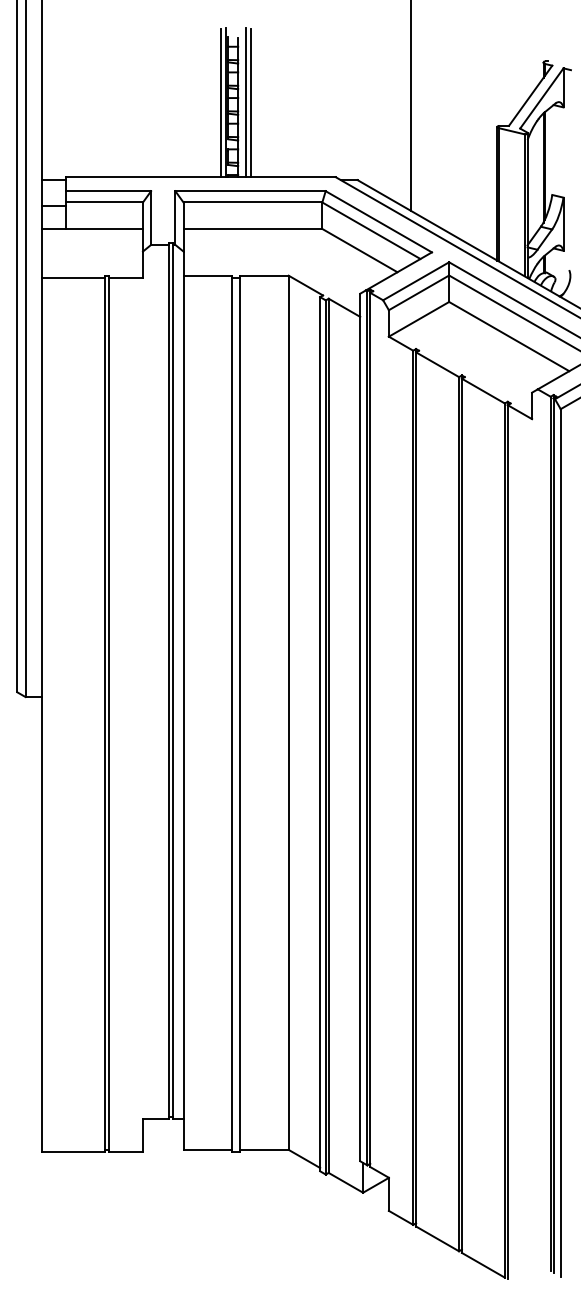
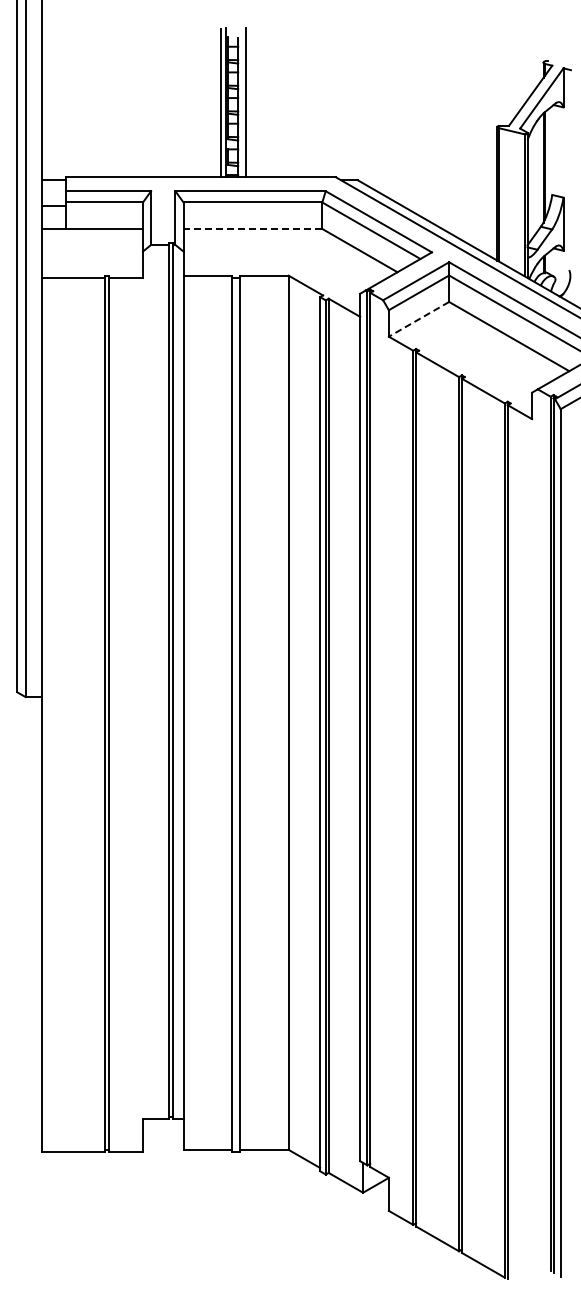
line at (251, 103): present -> none
line at (411, 106): present -> none
line at (252, 228): solid -> dashed
line at (419, 319): solid -> dashed
